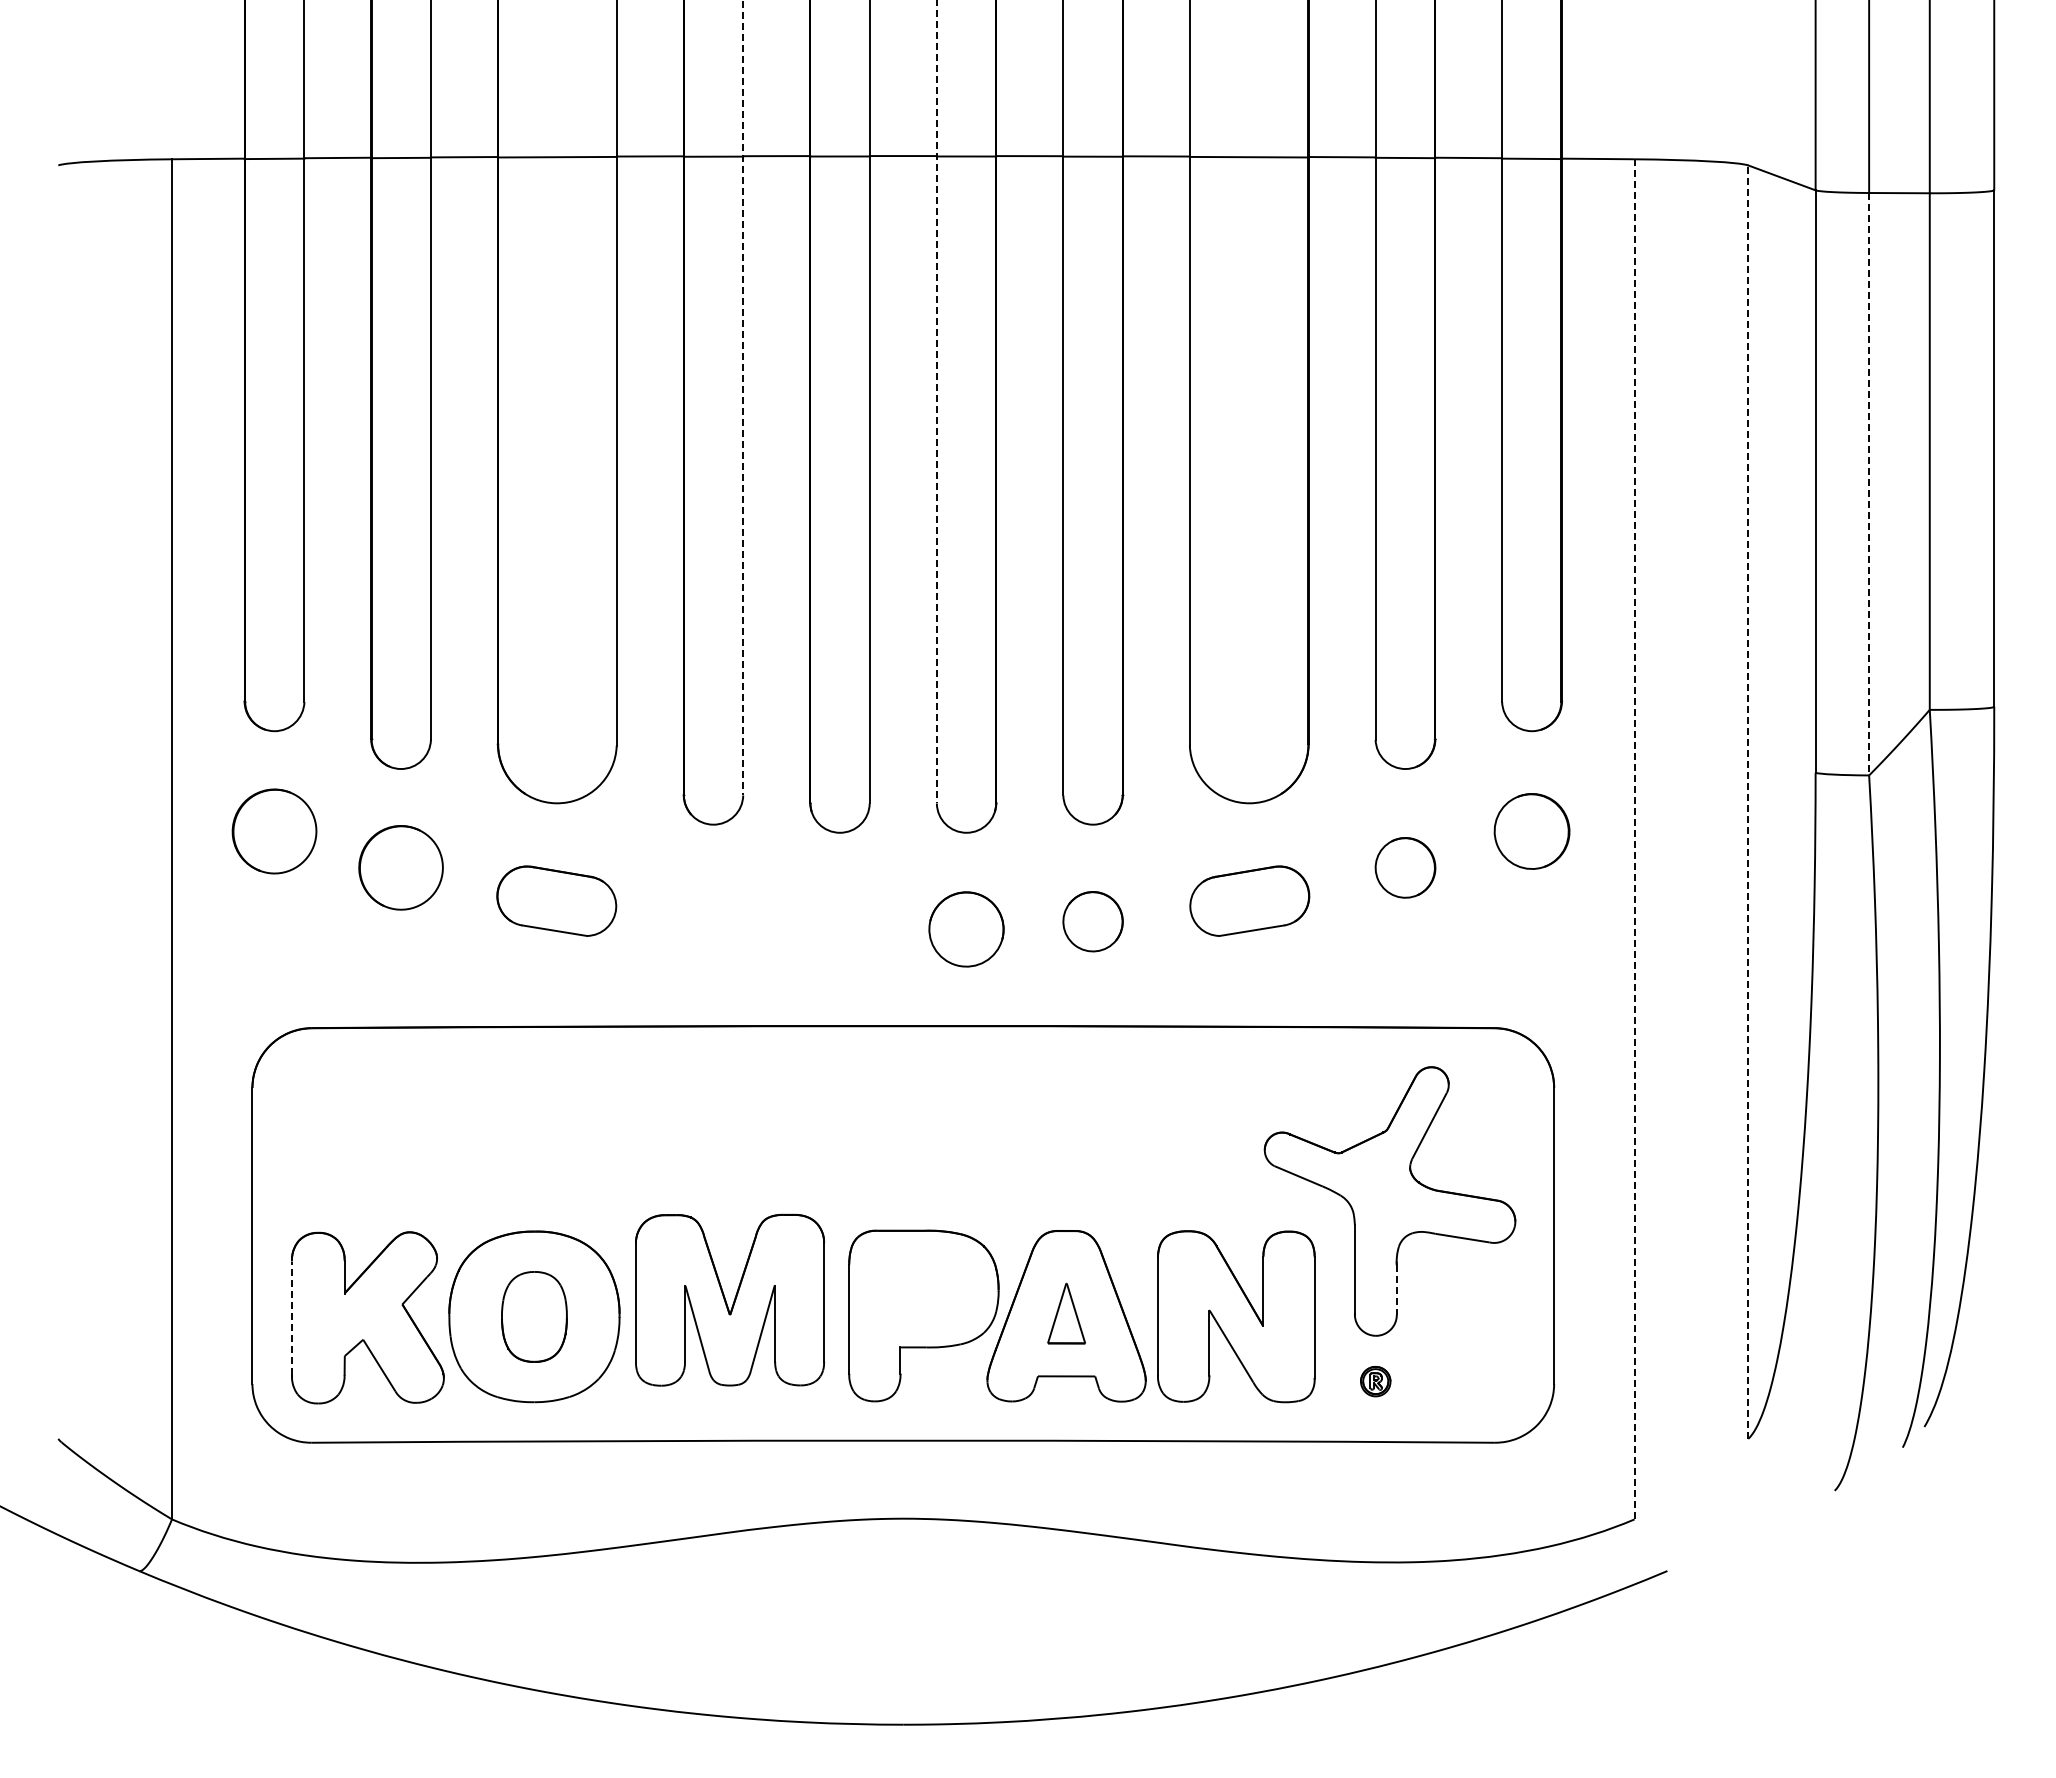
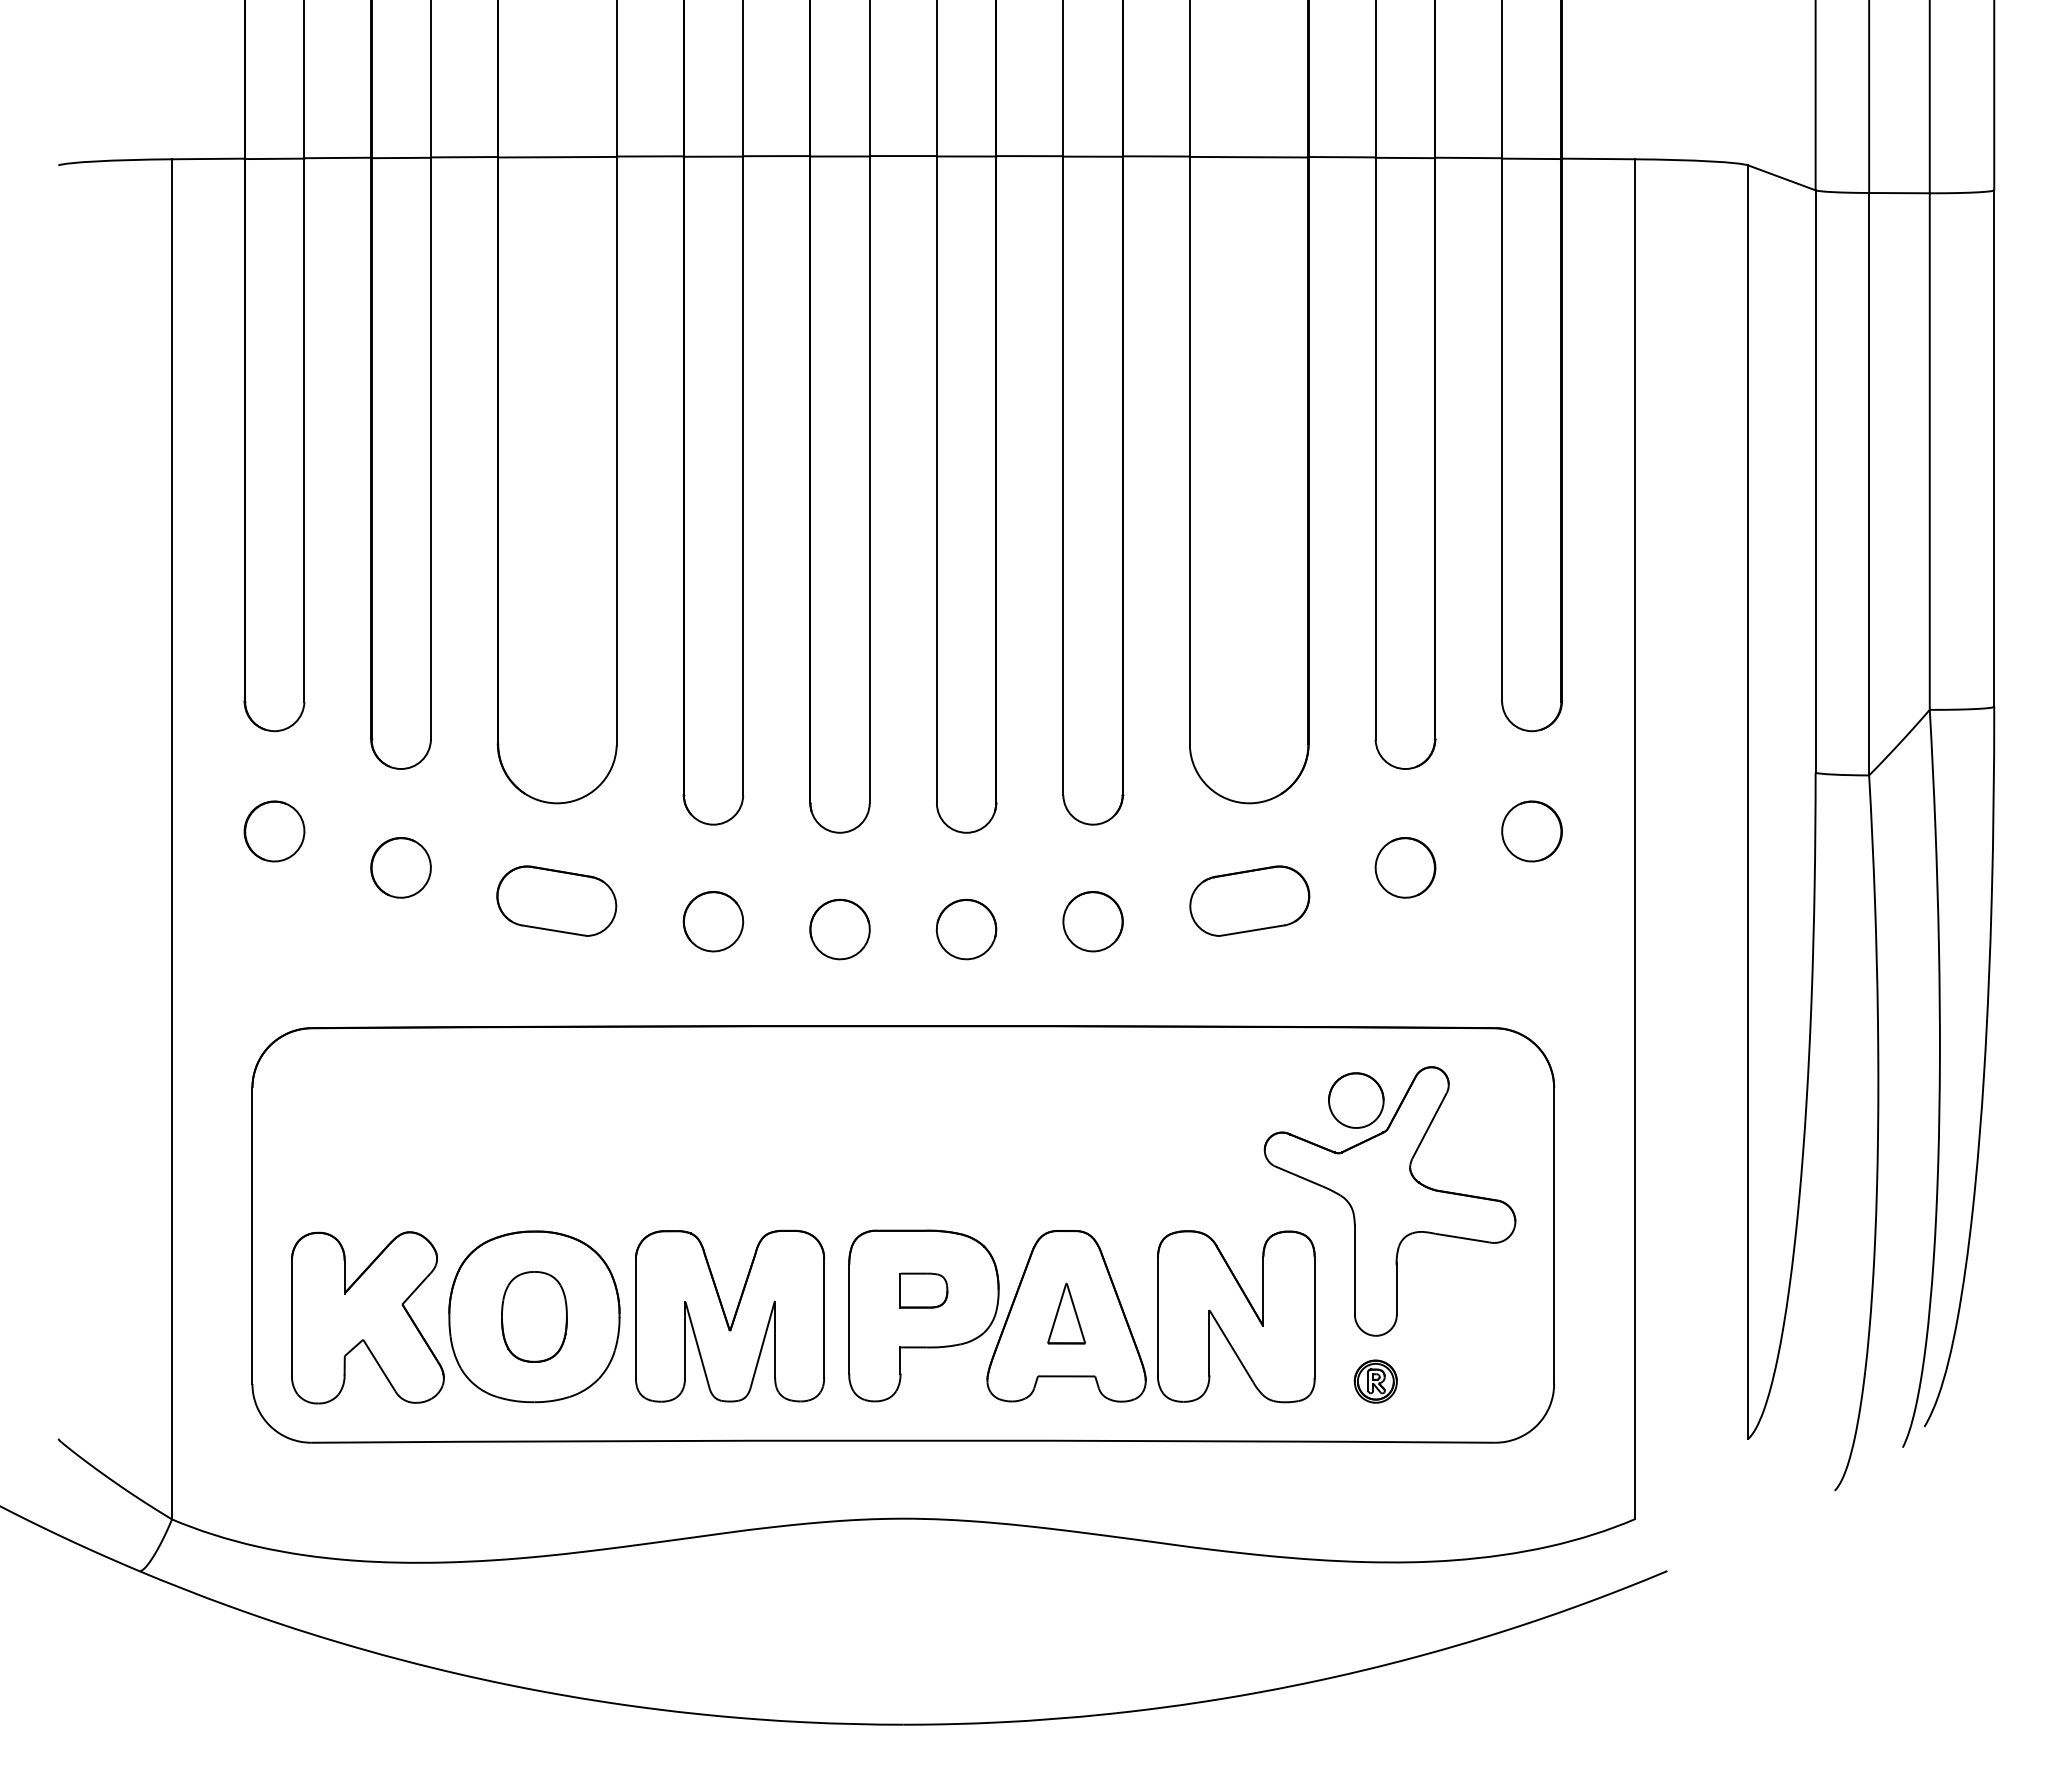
line at (743, 398): dashed -> solid
line at (936, 402): dashed -> solid
line at (1869, 484): dashed -> solid
line at (1748, 802): dashed -> solid
part at (274, 831) size: 87x87 px -> 63x63 px
part at (1531, 831) size: 78x77 px -> 62x63 px
line at (1634, 838): dashed -> solid
part at (400, 867) size: 86x86 px -> 62x62 px
part at (713, 921): none -> present
part at (839, 929): none -> present
part at (966, 929) size: 77x77 px -> 63x62 px
part at (1356, 1100): none -> present
line at (1396, 1289): dashed -> solid
part at (923, 1290): none -> present
part at (730, 1299) position: (730, 1299) -> (730, 1315)
line at (291, 1318): dashed -> solid
part at (1375, 1381) size: 32x32 px -> 45x45 px
